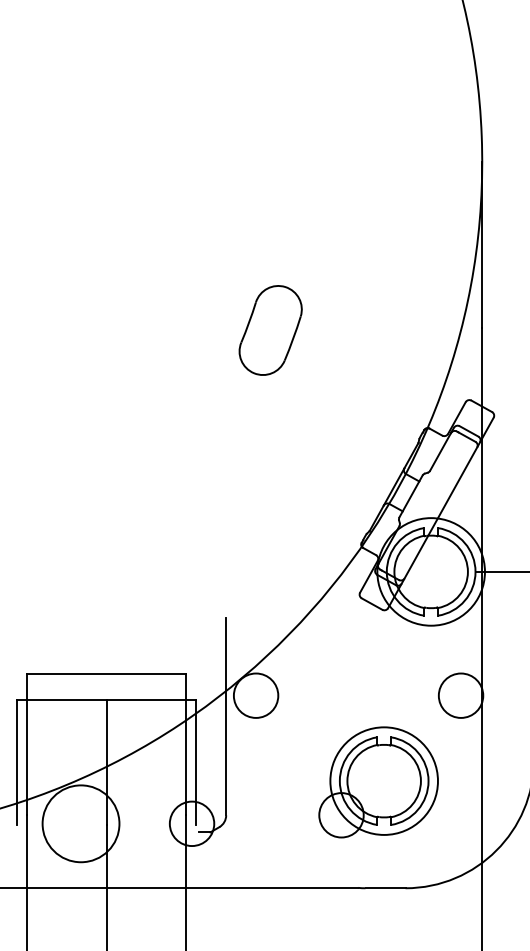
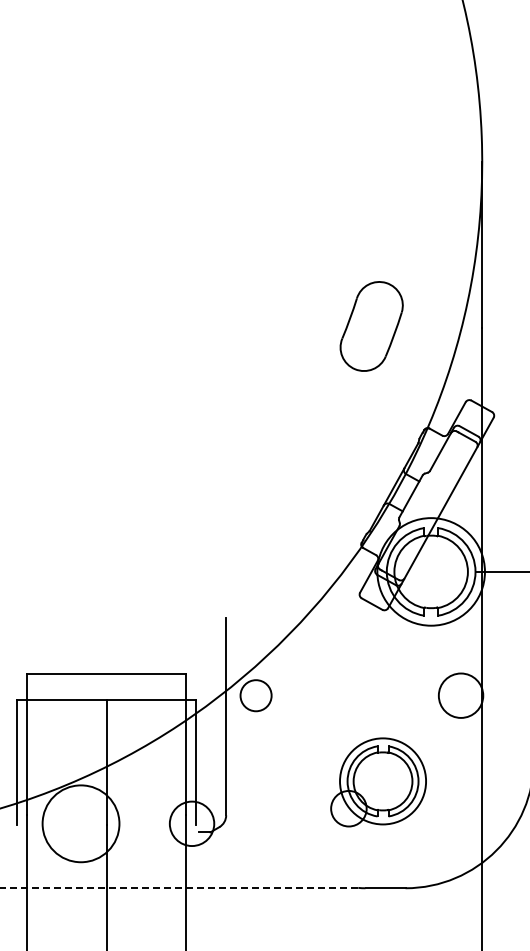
part at (270, 330) position: (270, 330) -> (371, 326)
circle at (255, 695) diameter: 44 px -> 31 px
part at (378, 782) size: 121x113 px -> 97x91 px
line at (179, 887): solid -> dashed
